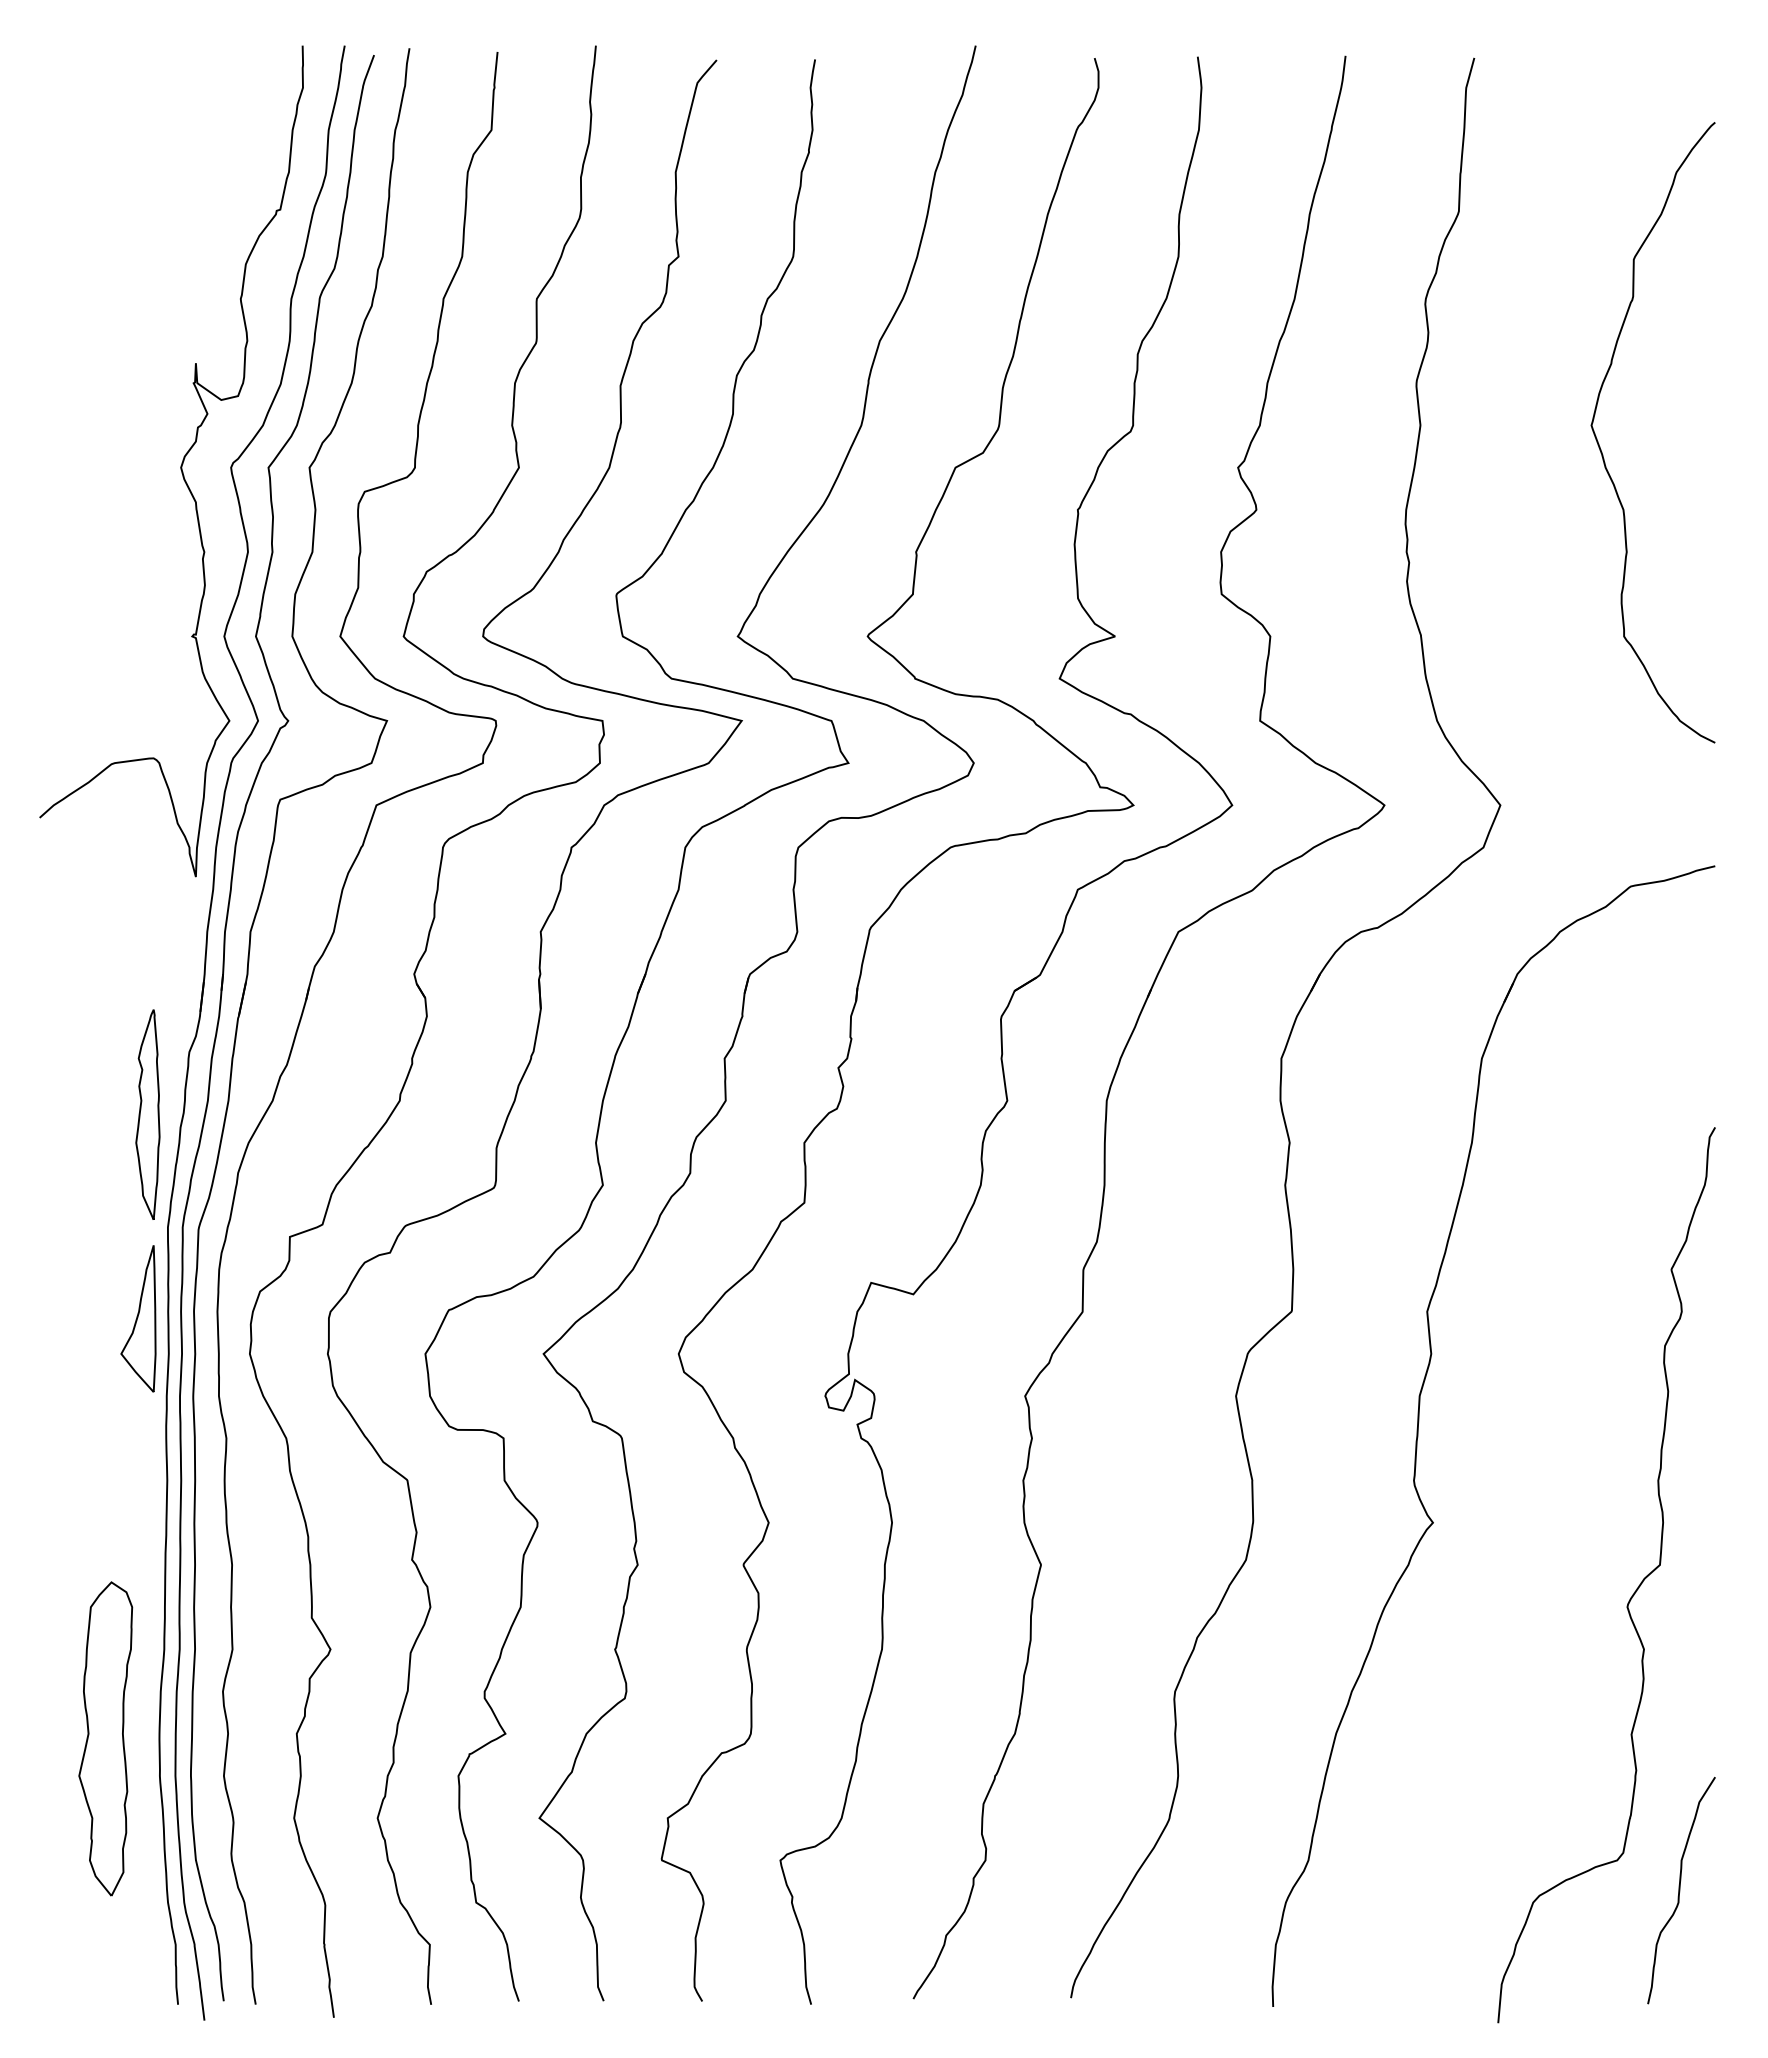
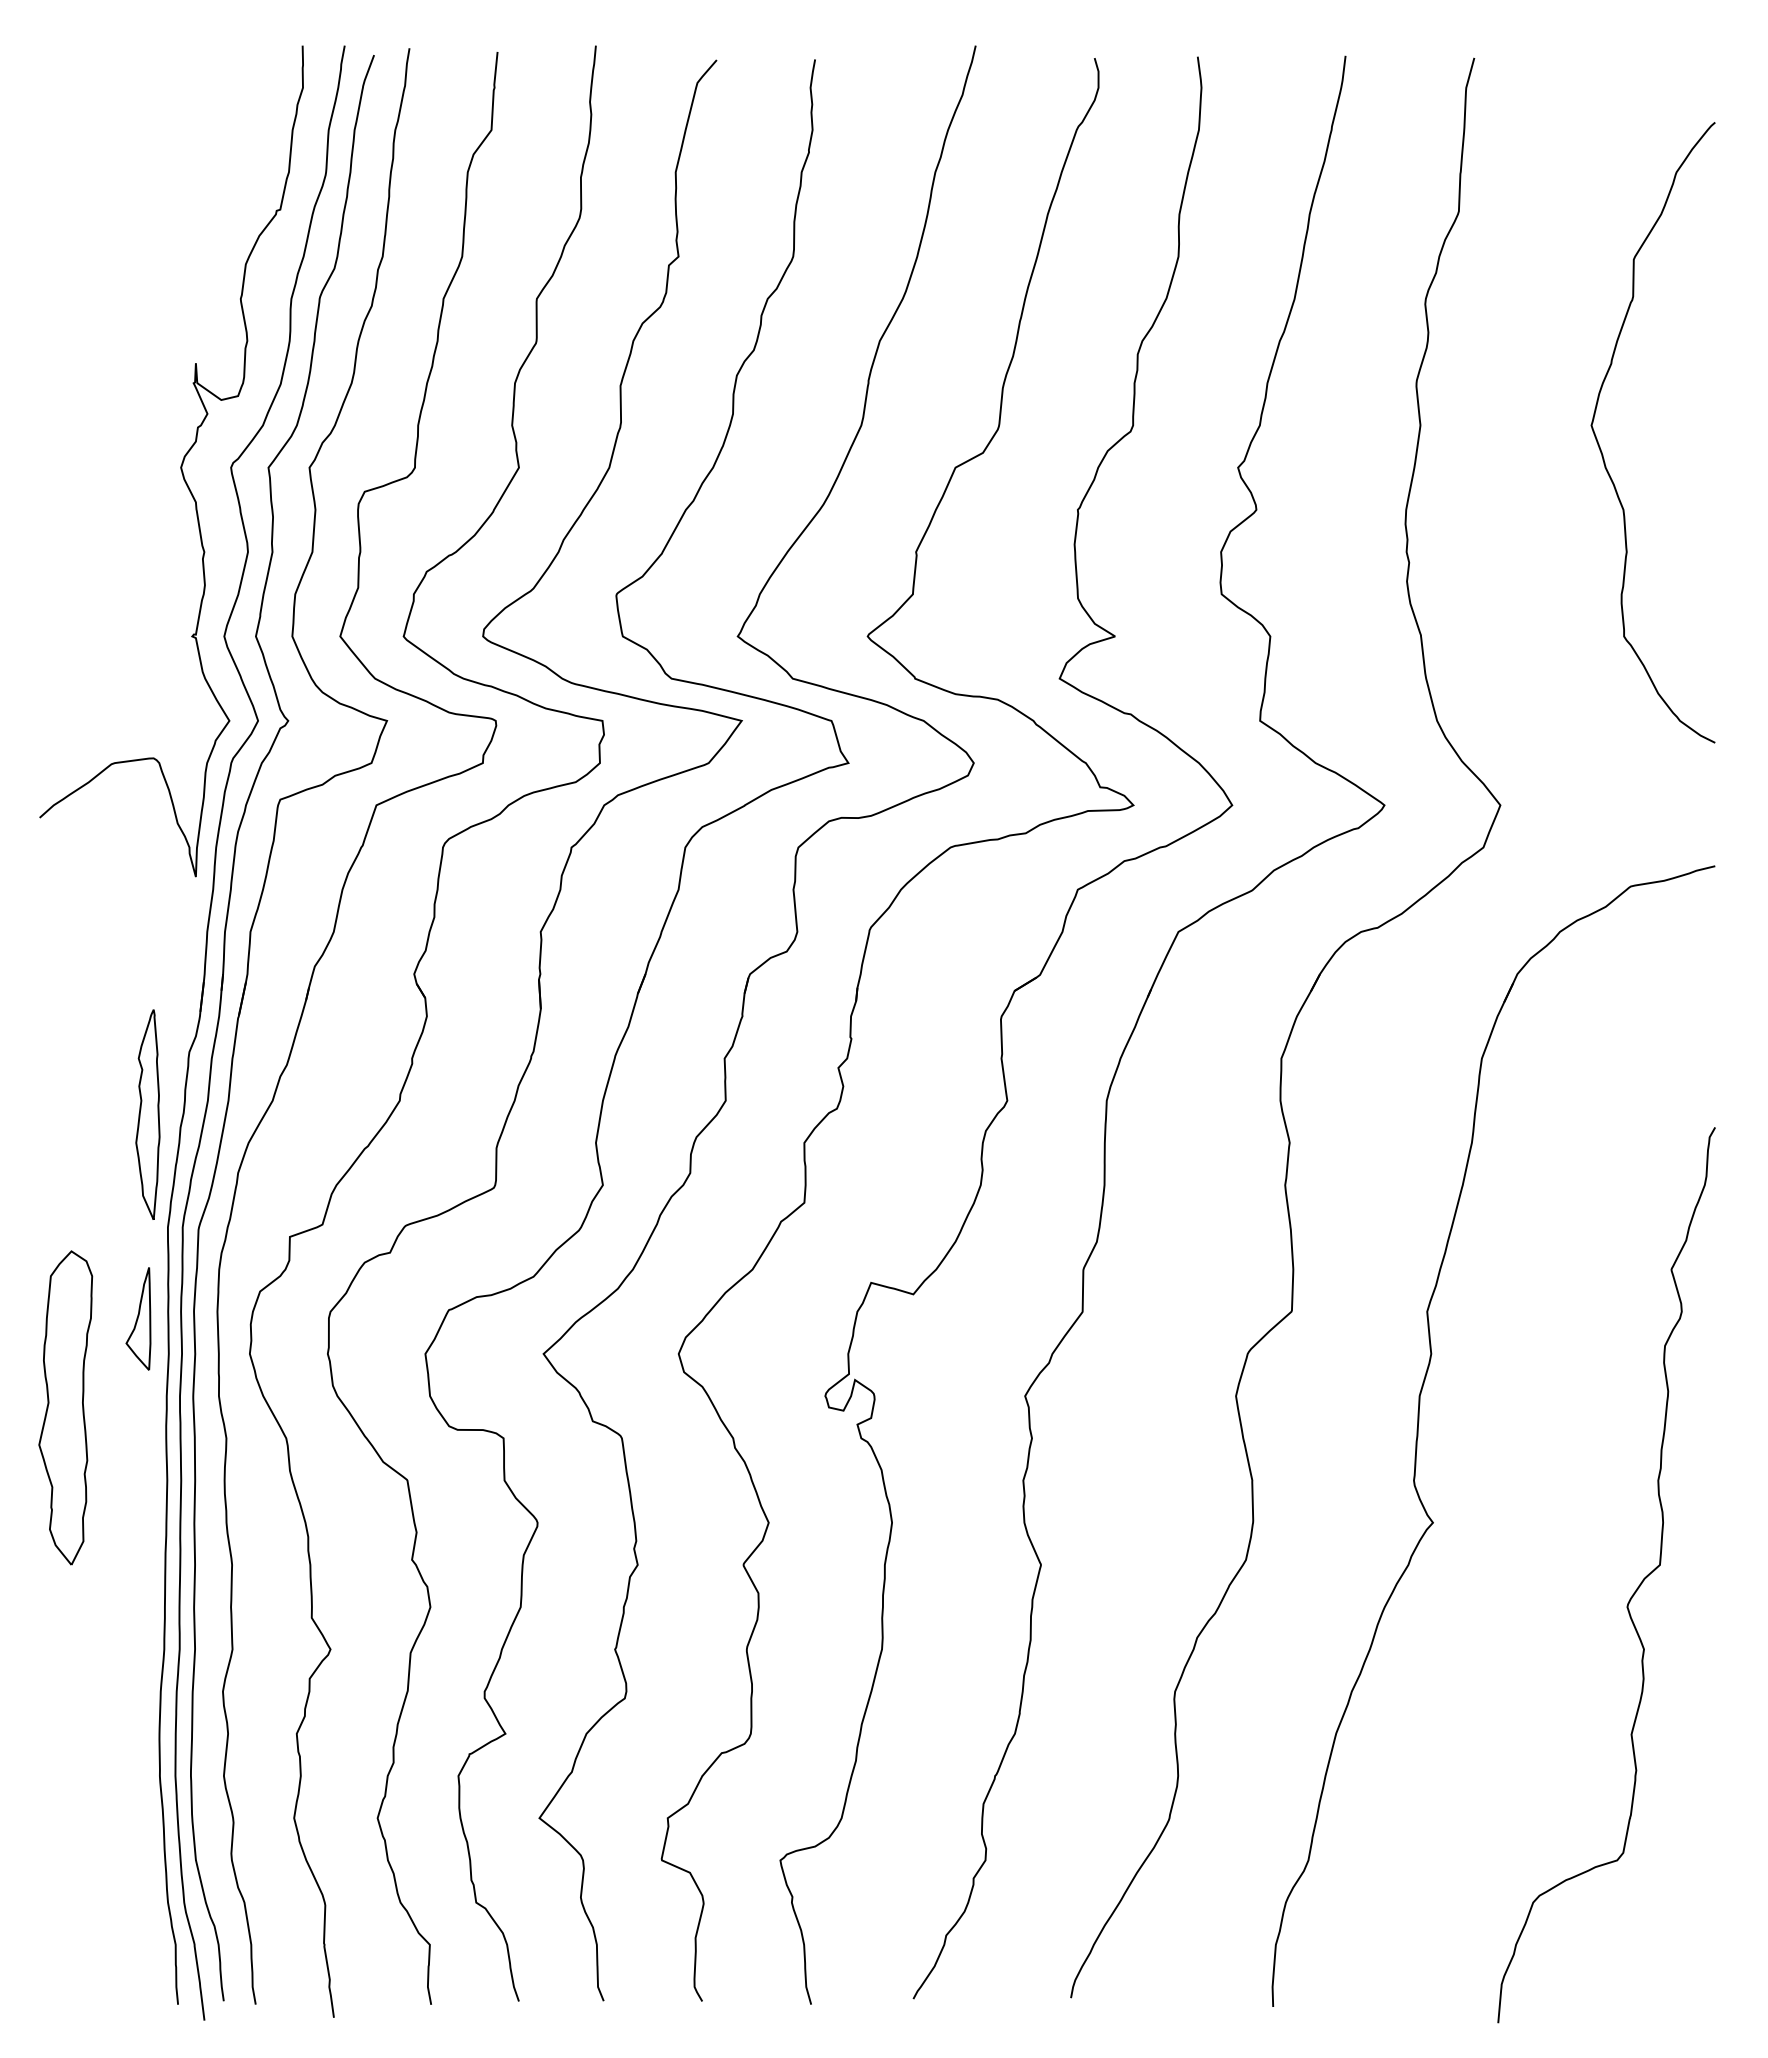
part at (138, 1318) size: 37x148 px -> 27x104 px
part at (105, 1738) position: (105, 1738) -> (65, 1407)
curve at (1680, 1890): present -> none
